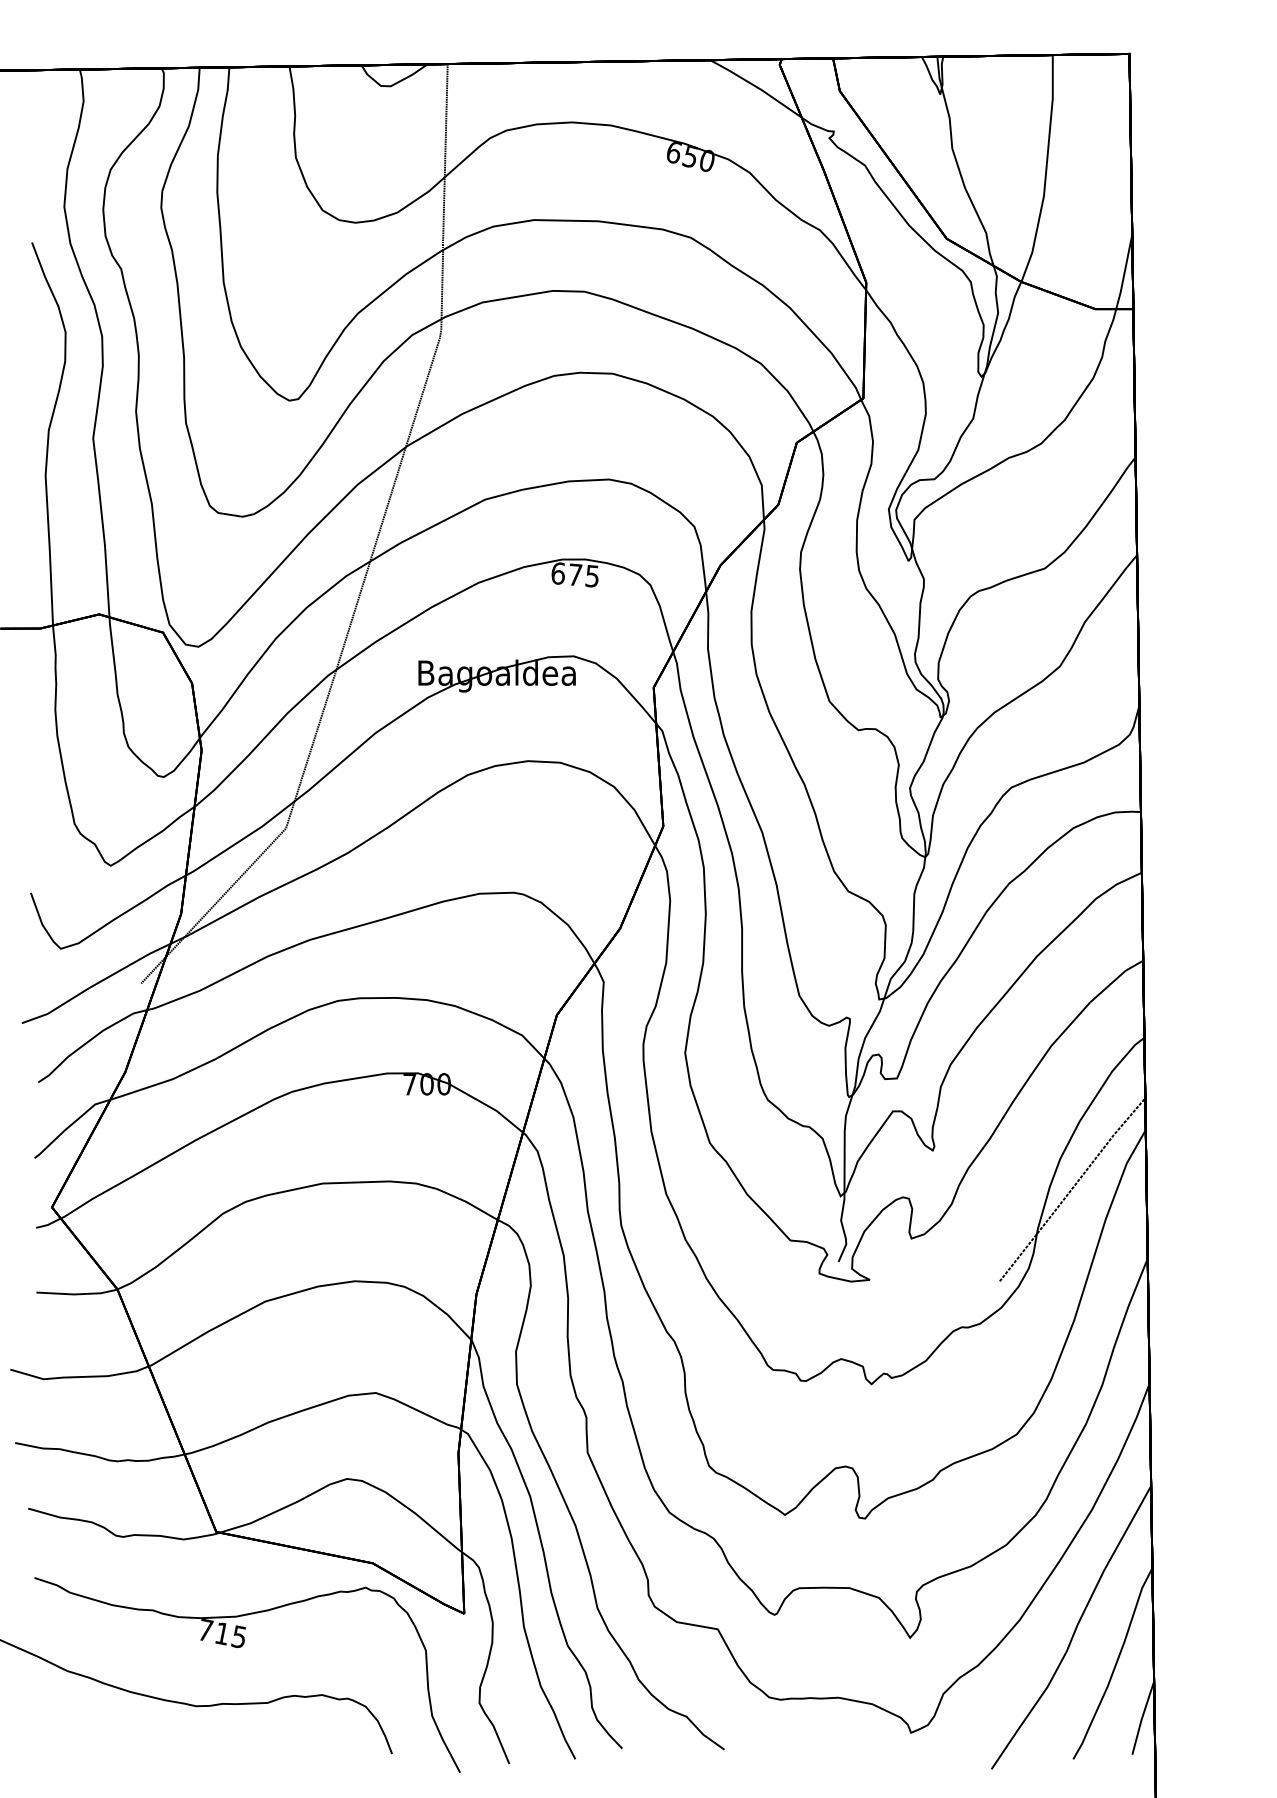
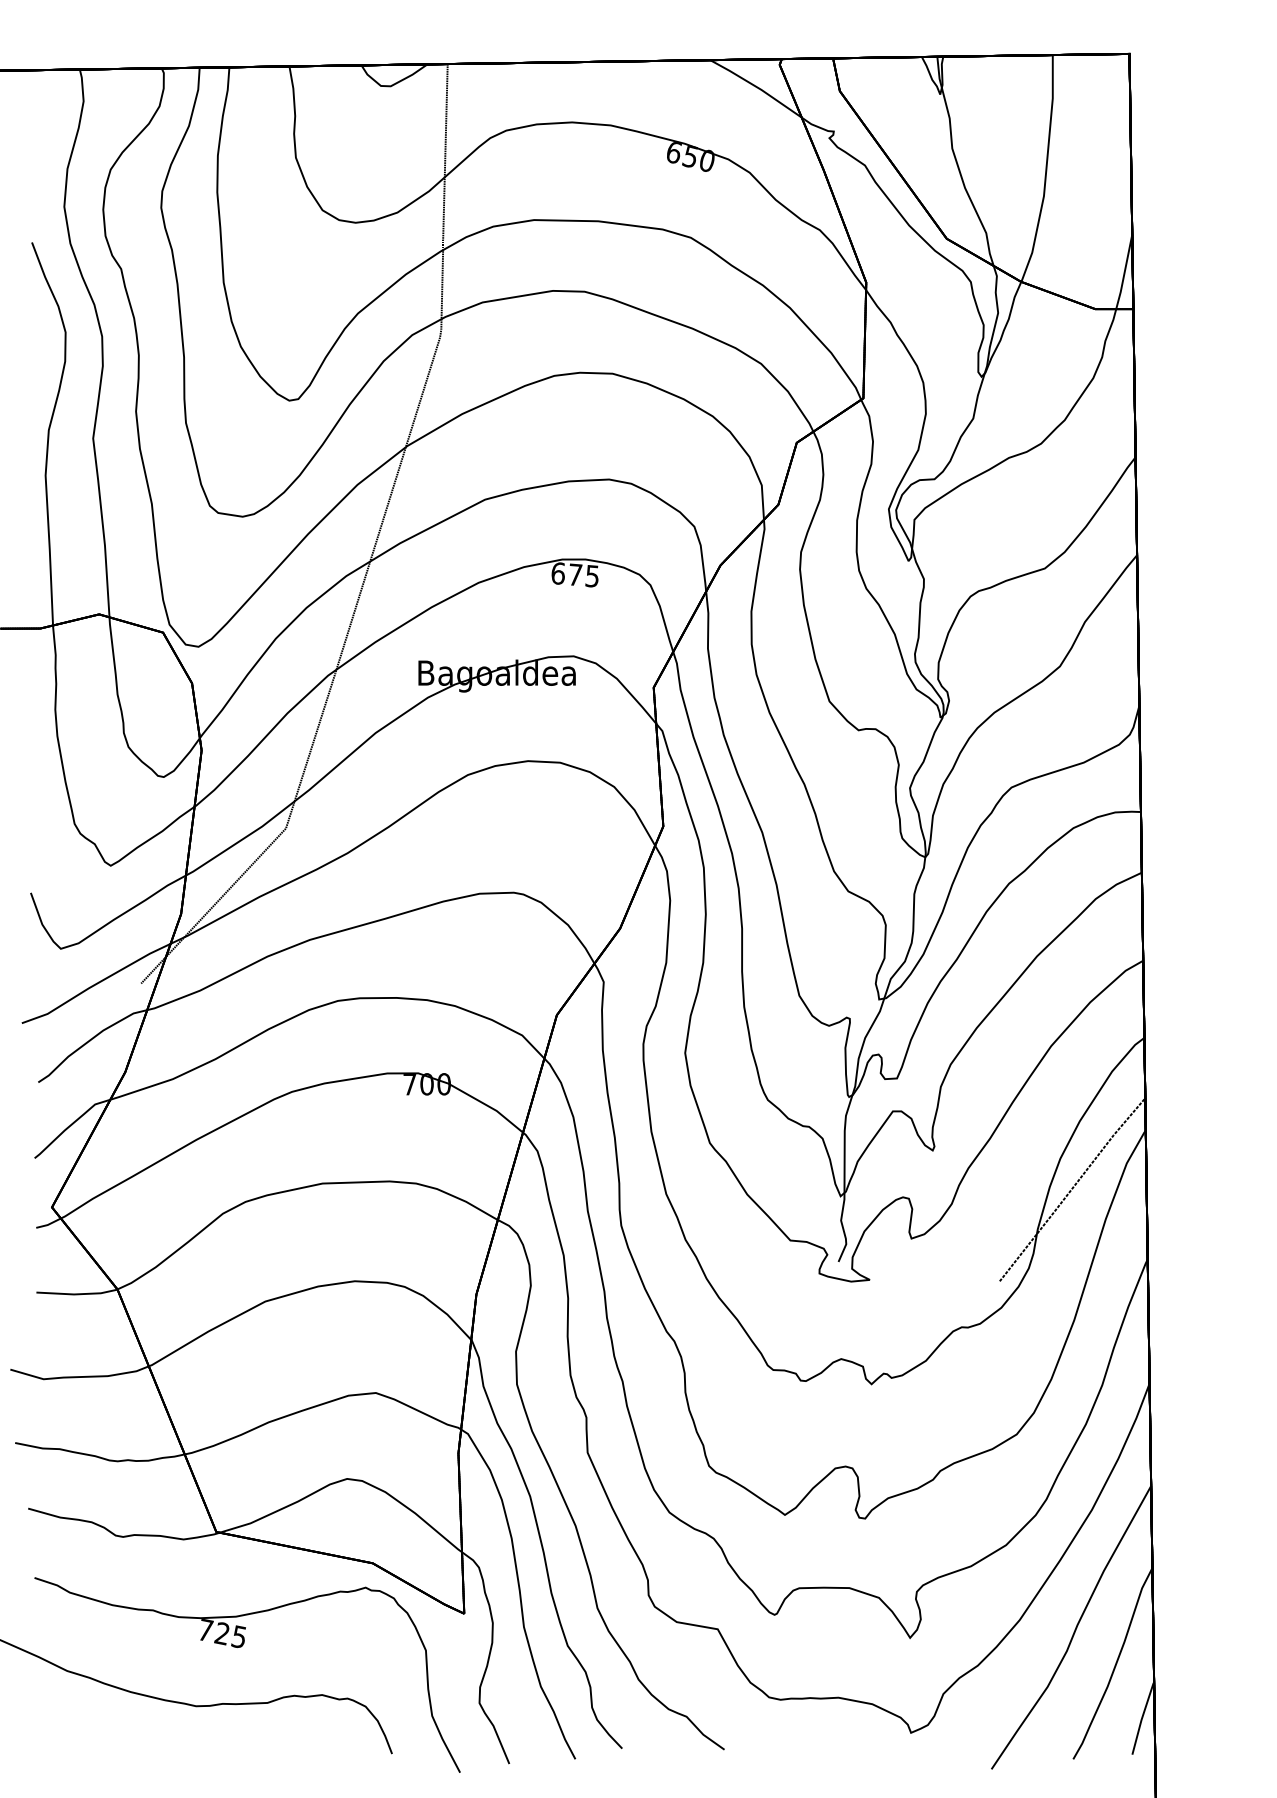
text at (221, 1633): 715 -> 725
